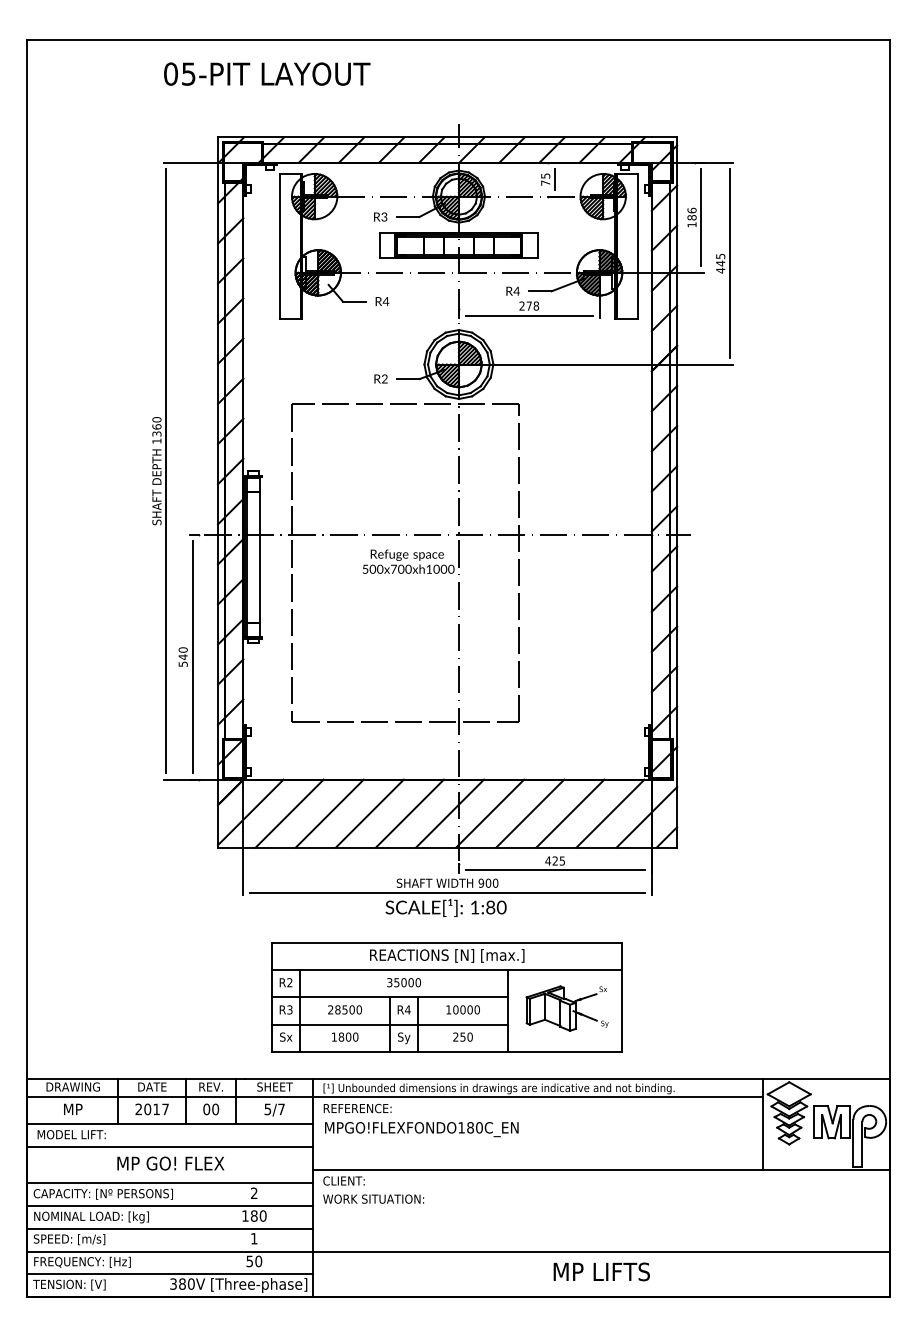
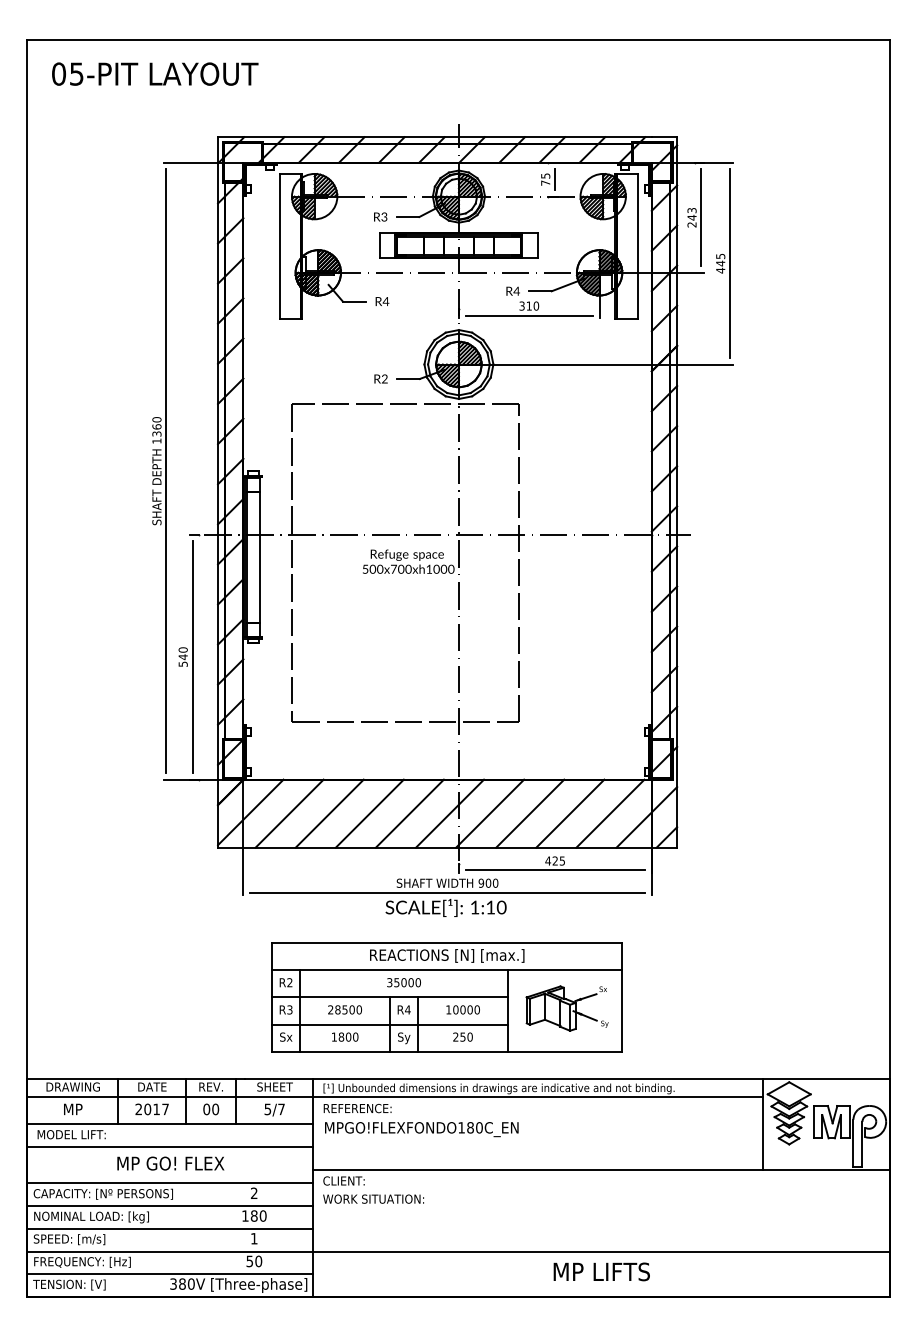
text at (267, 73) position: (267, 73) -> (155, 73)
text at (691, 217): 186 -> 243
text at (529, 305): 278 -> 310
text at (490, 907): 1:80 -> 1:10
